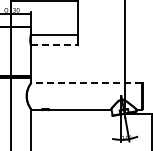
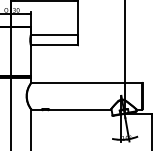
line at (54, 45): dashed -> solid
line at (86, 82): dashed -> solid
